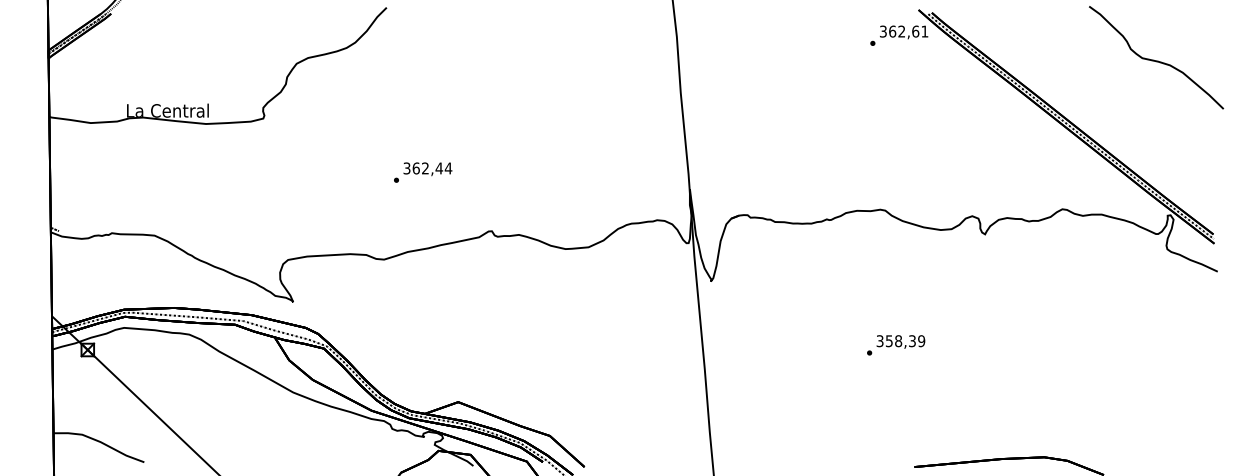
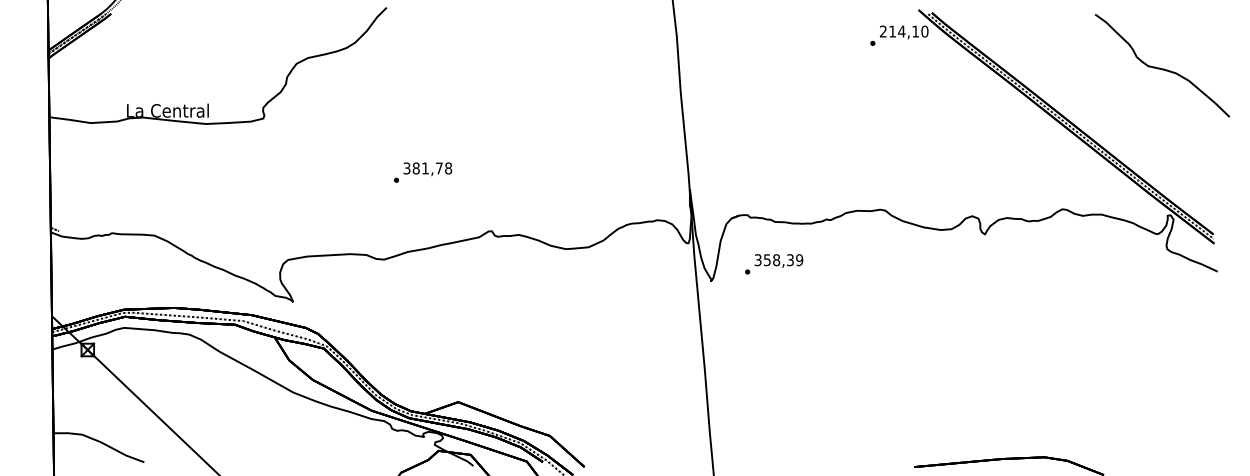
text at (904, 31): 362,61 -> 214,10
curve at (1156, 60) position: (1156, 60) -> (1162, 68)
text at (432, 168): 362,44 -> 381,78
text at (896, 345) position: (896, 345) -> (774, 264)
